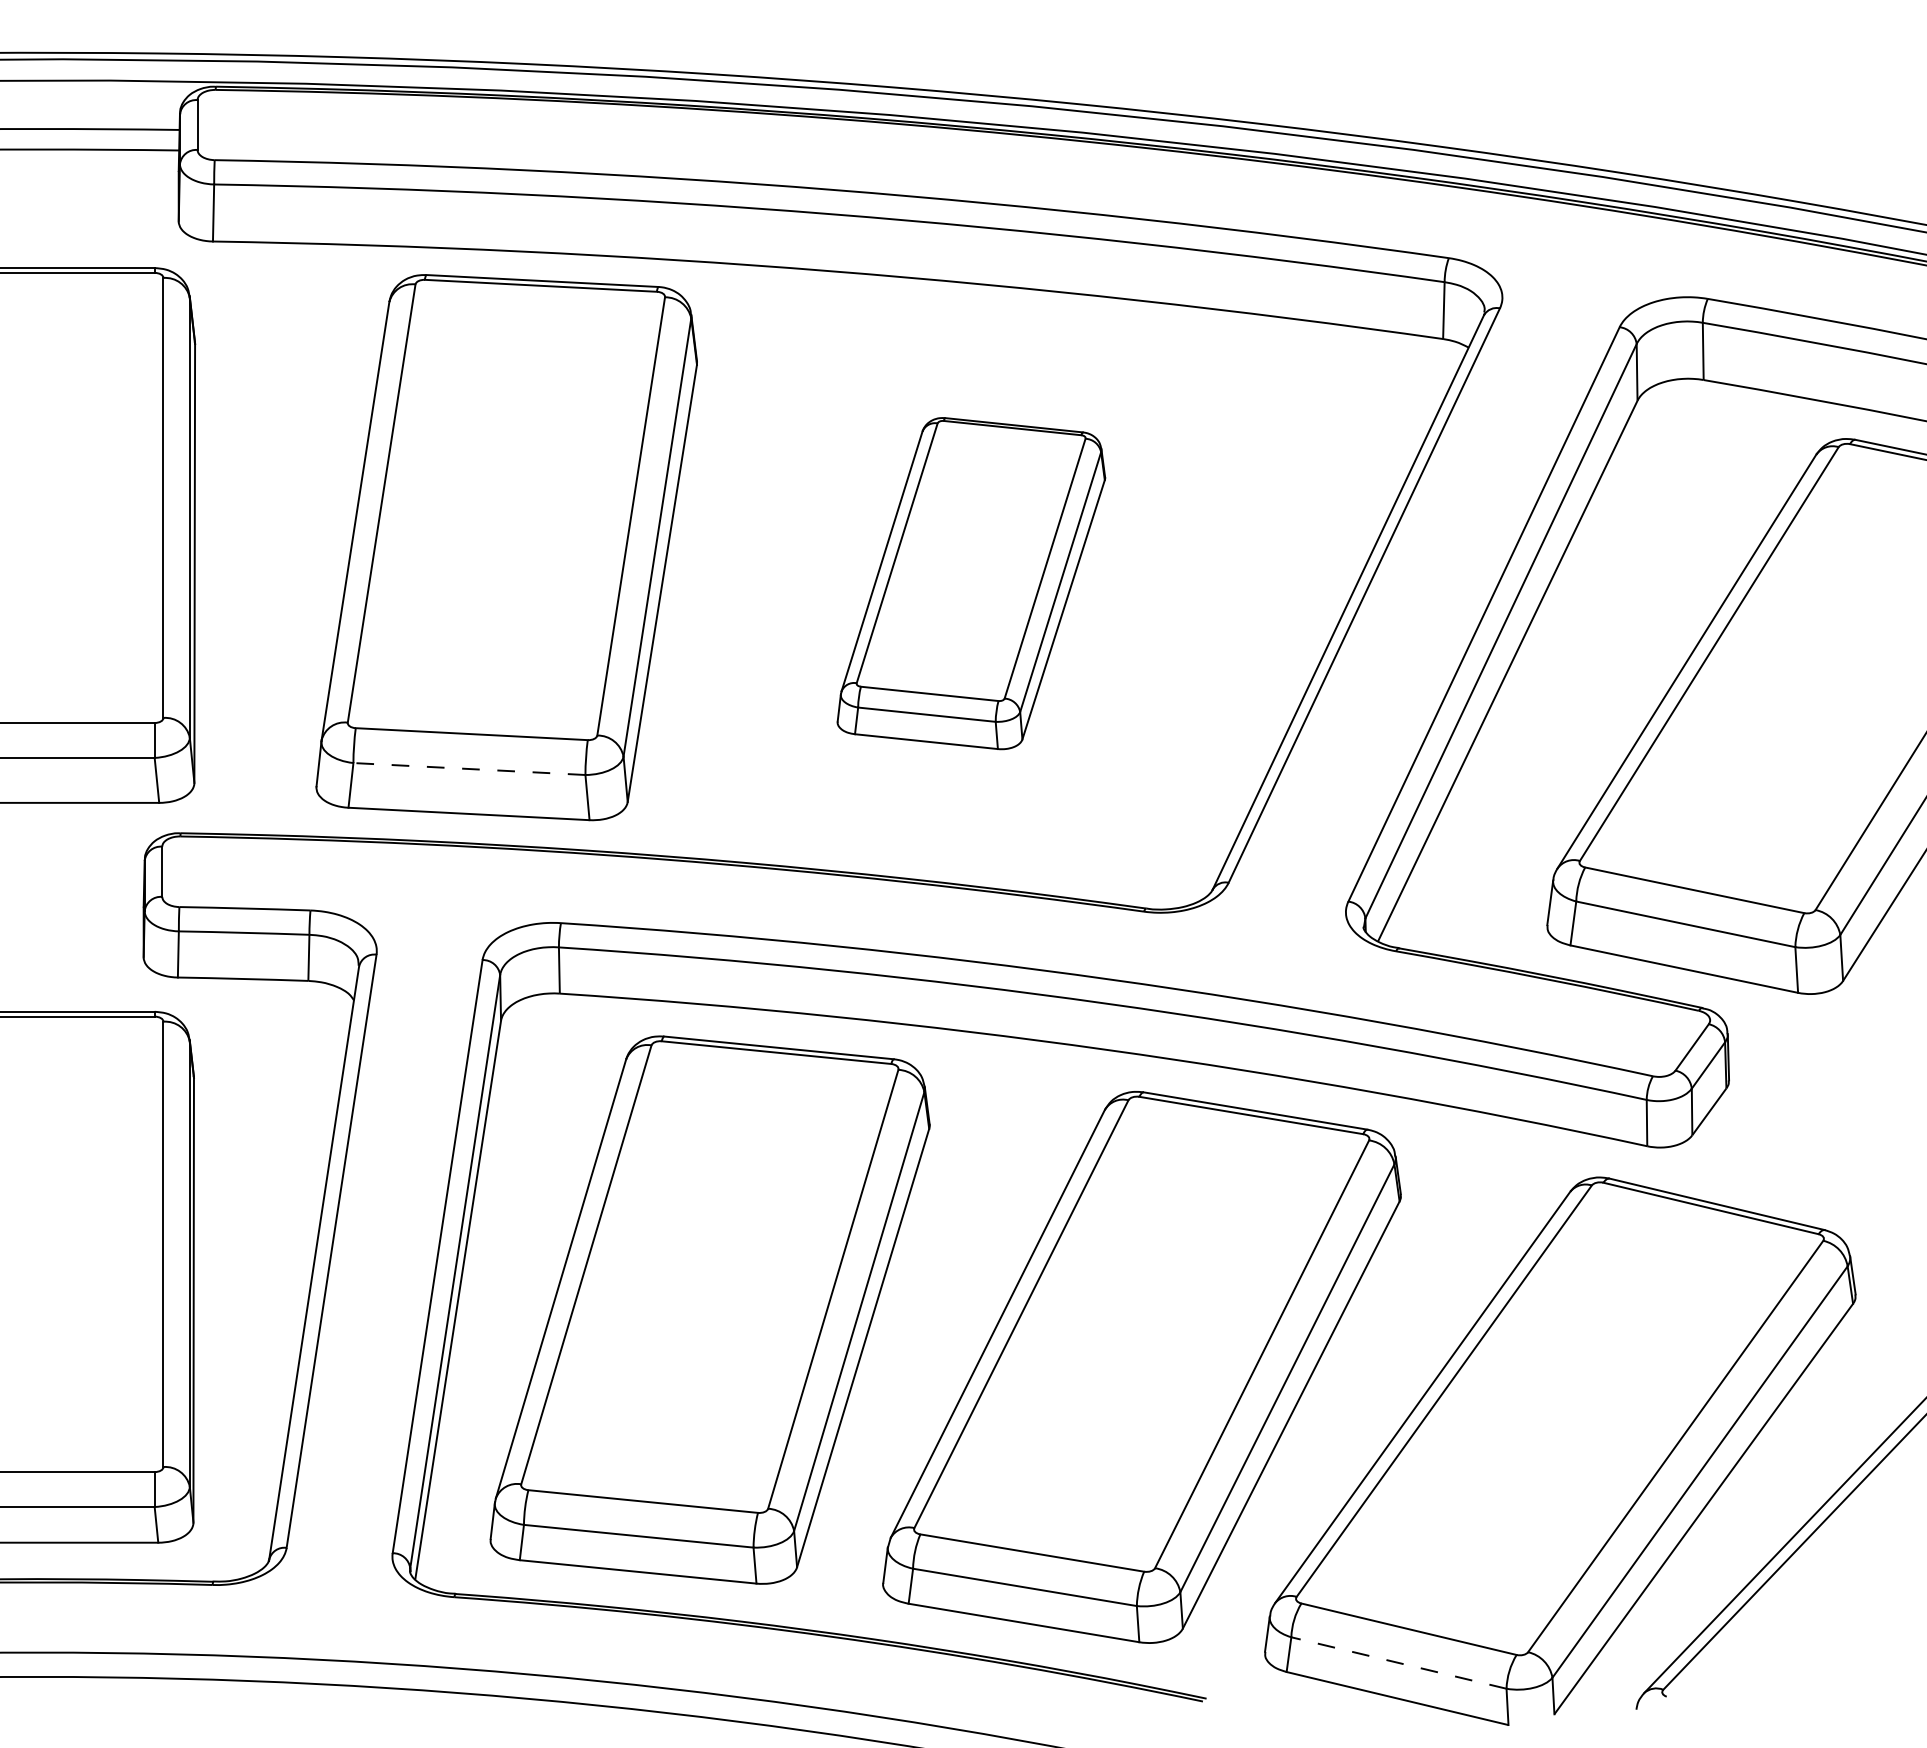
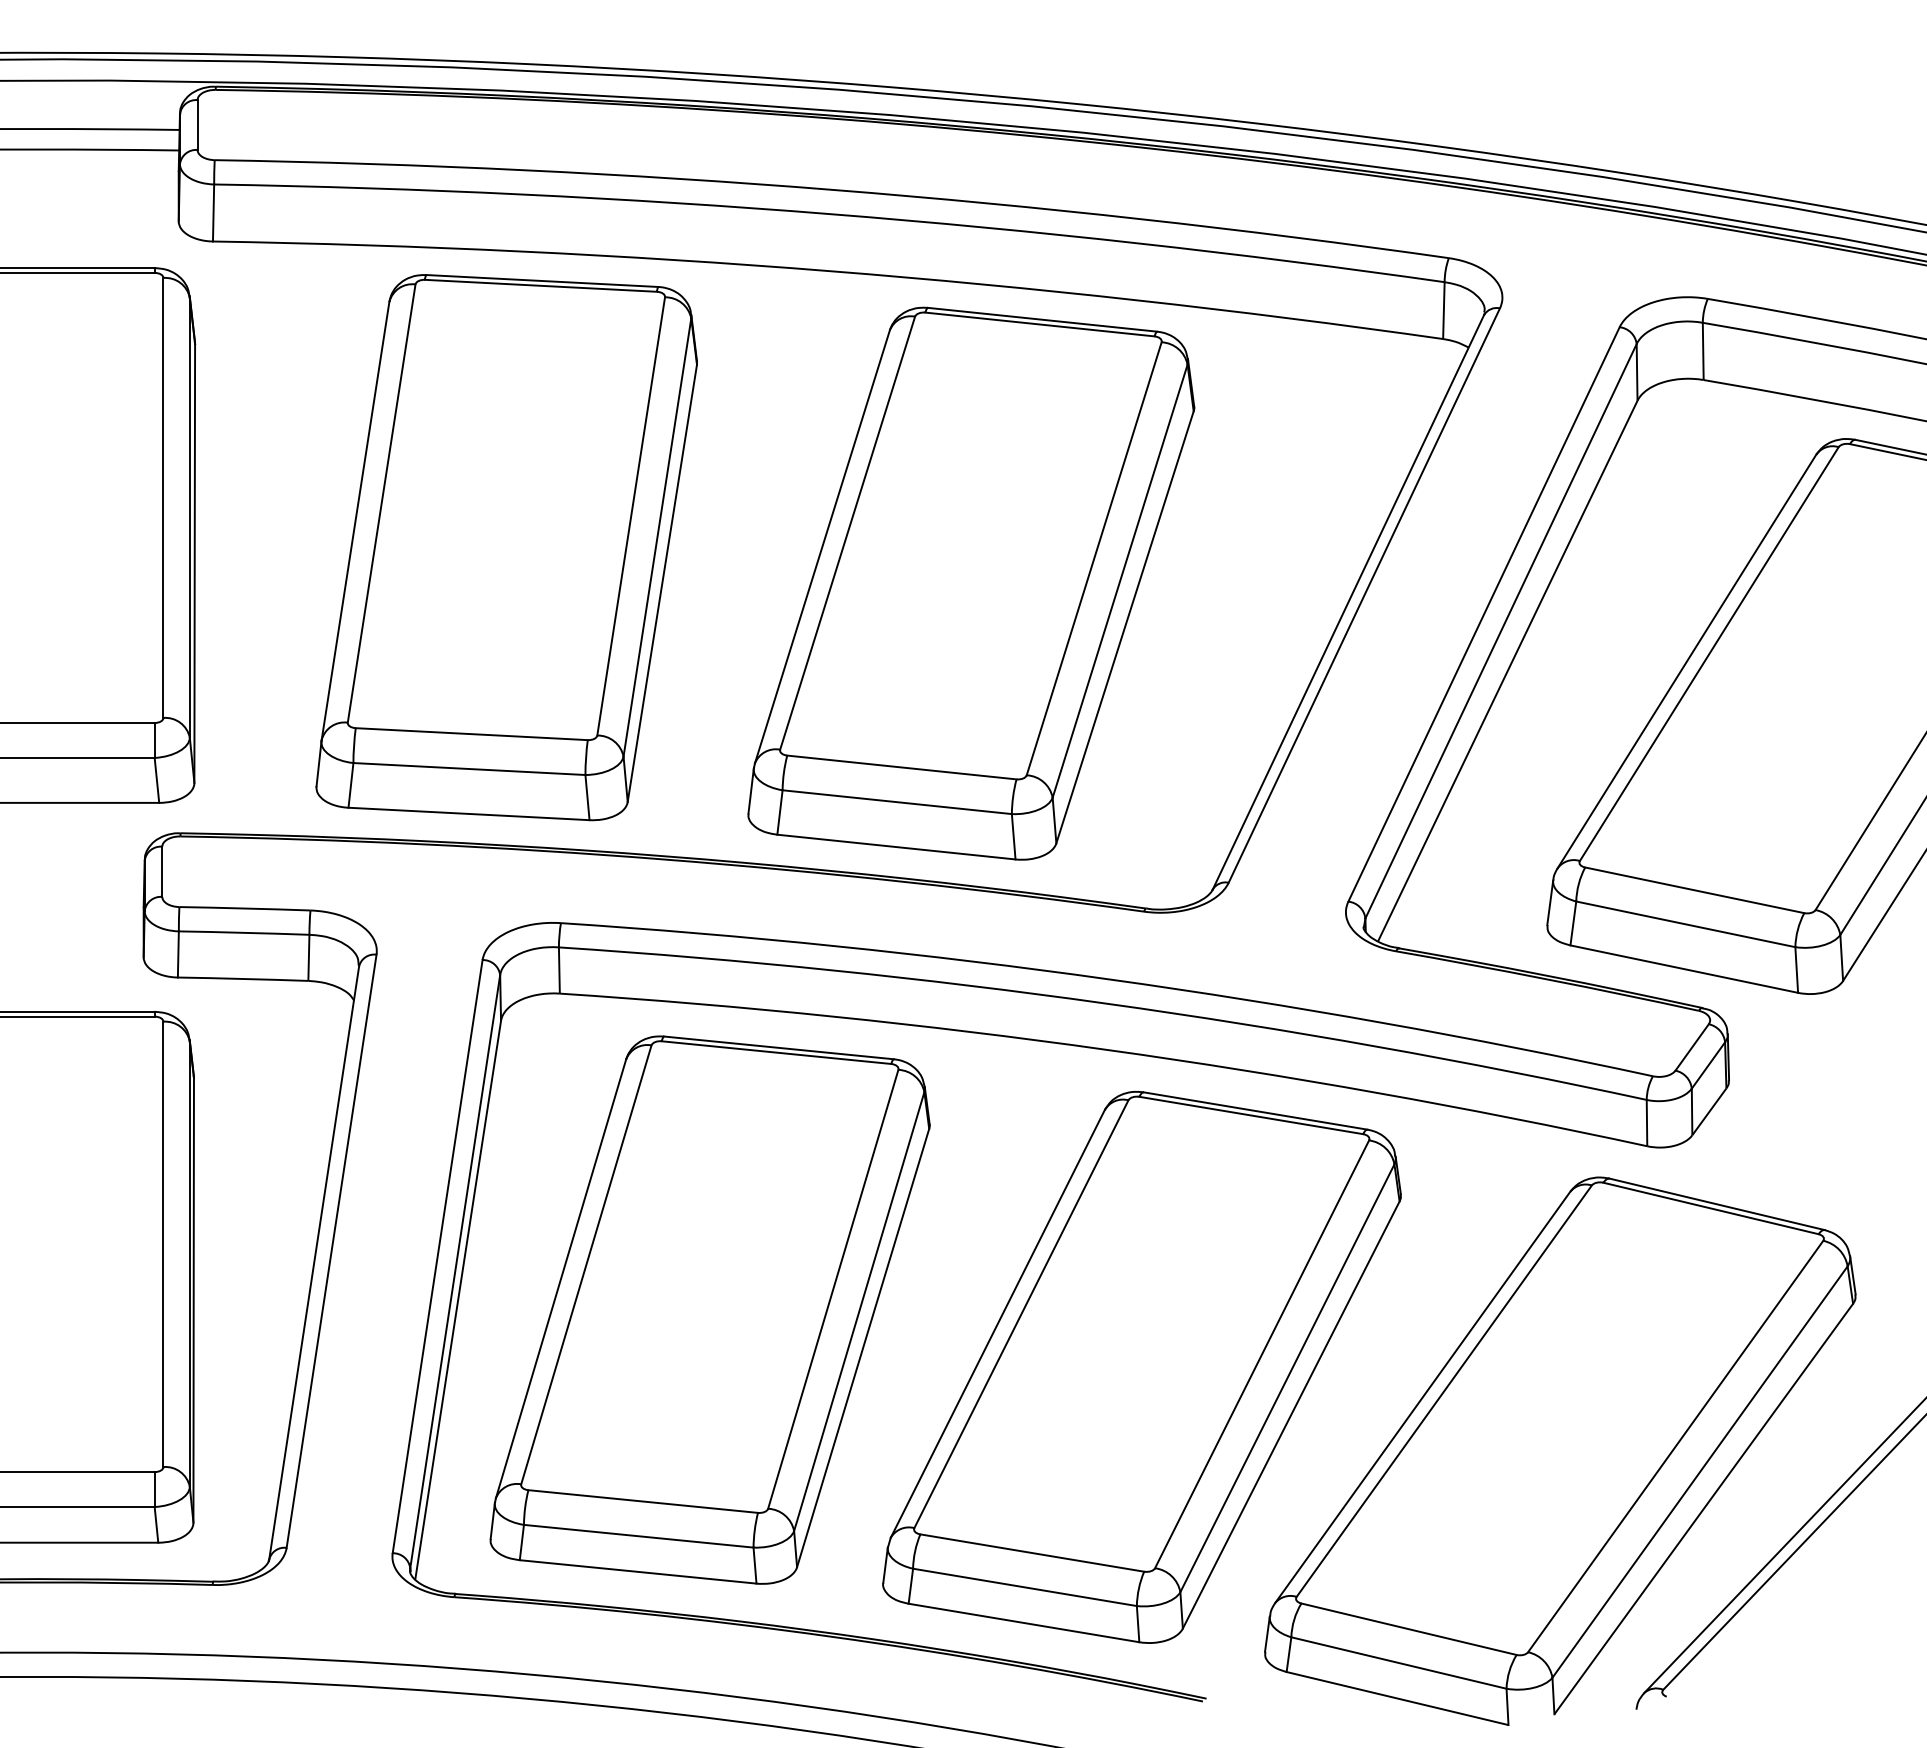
part at (971, 583) size: 271x334 px -> 449x555 px
line at (468, 769): dashed -> solid
line at (1398, 1663): dashed -> solid
